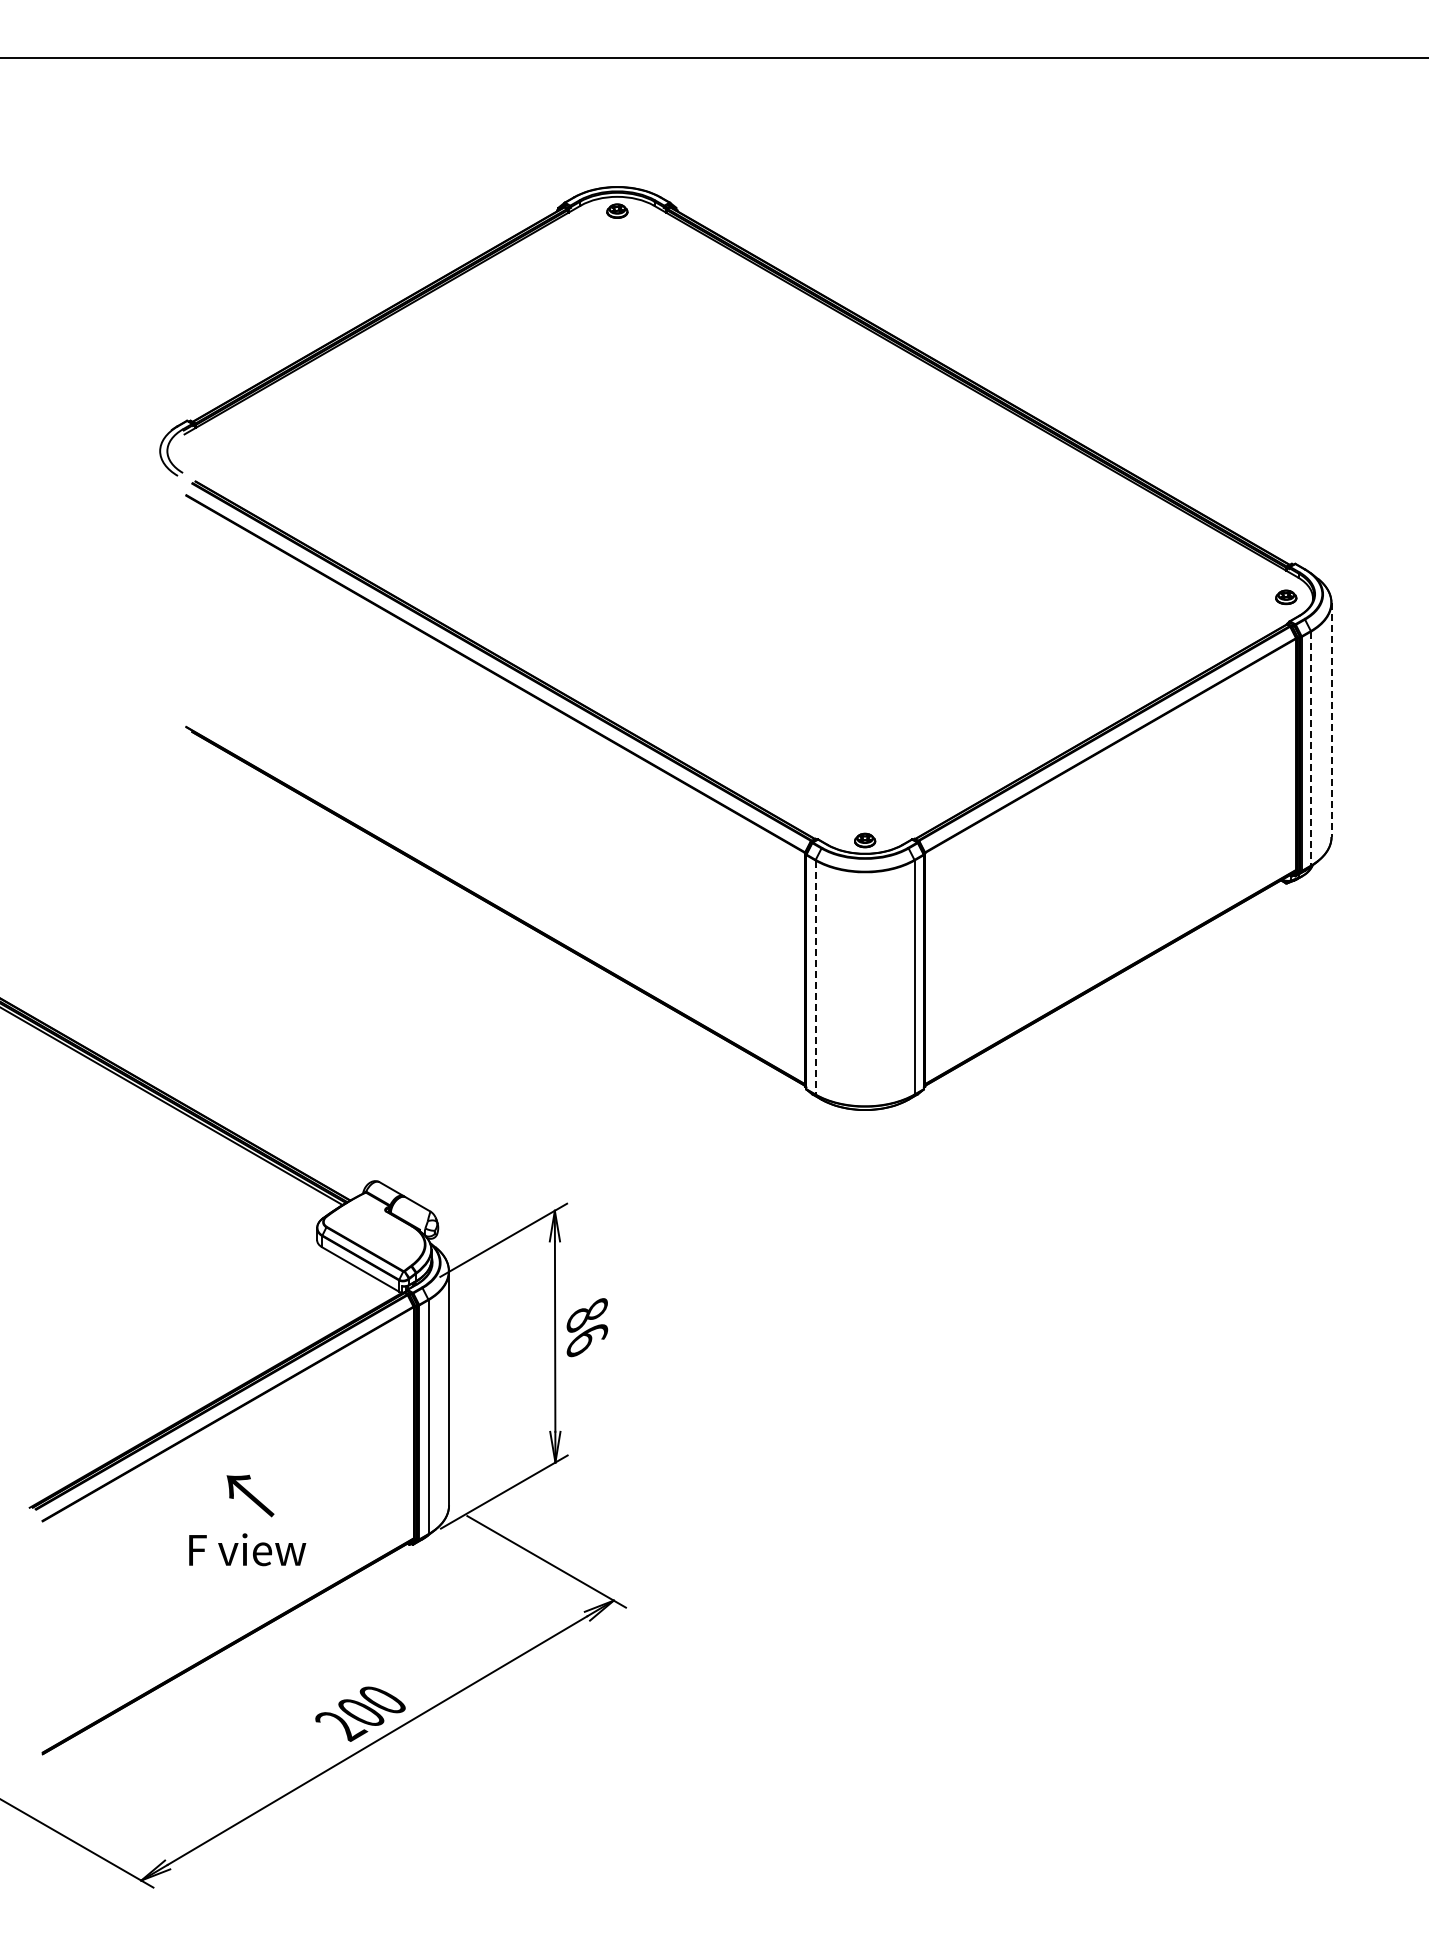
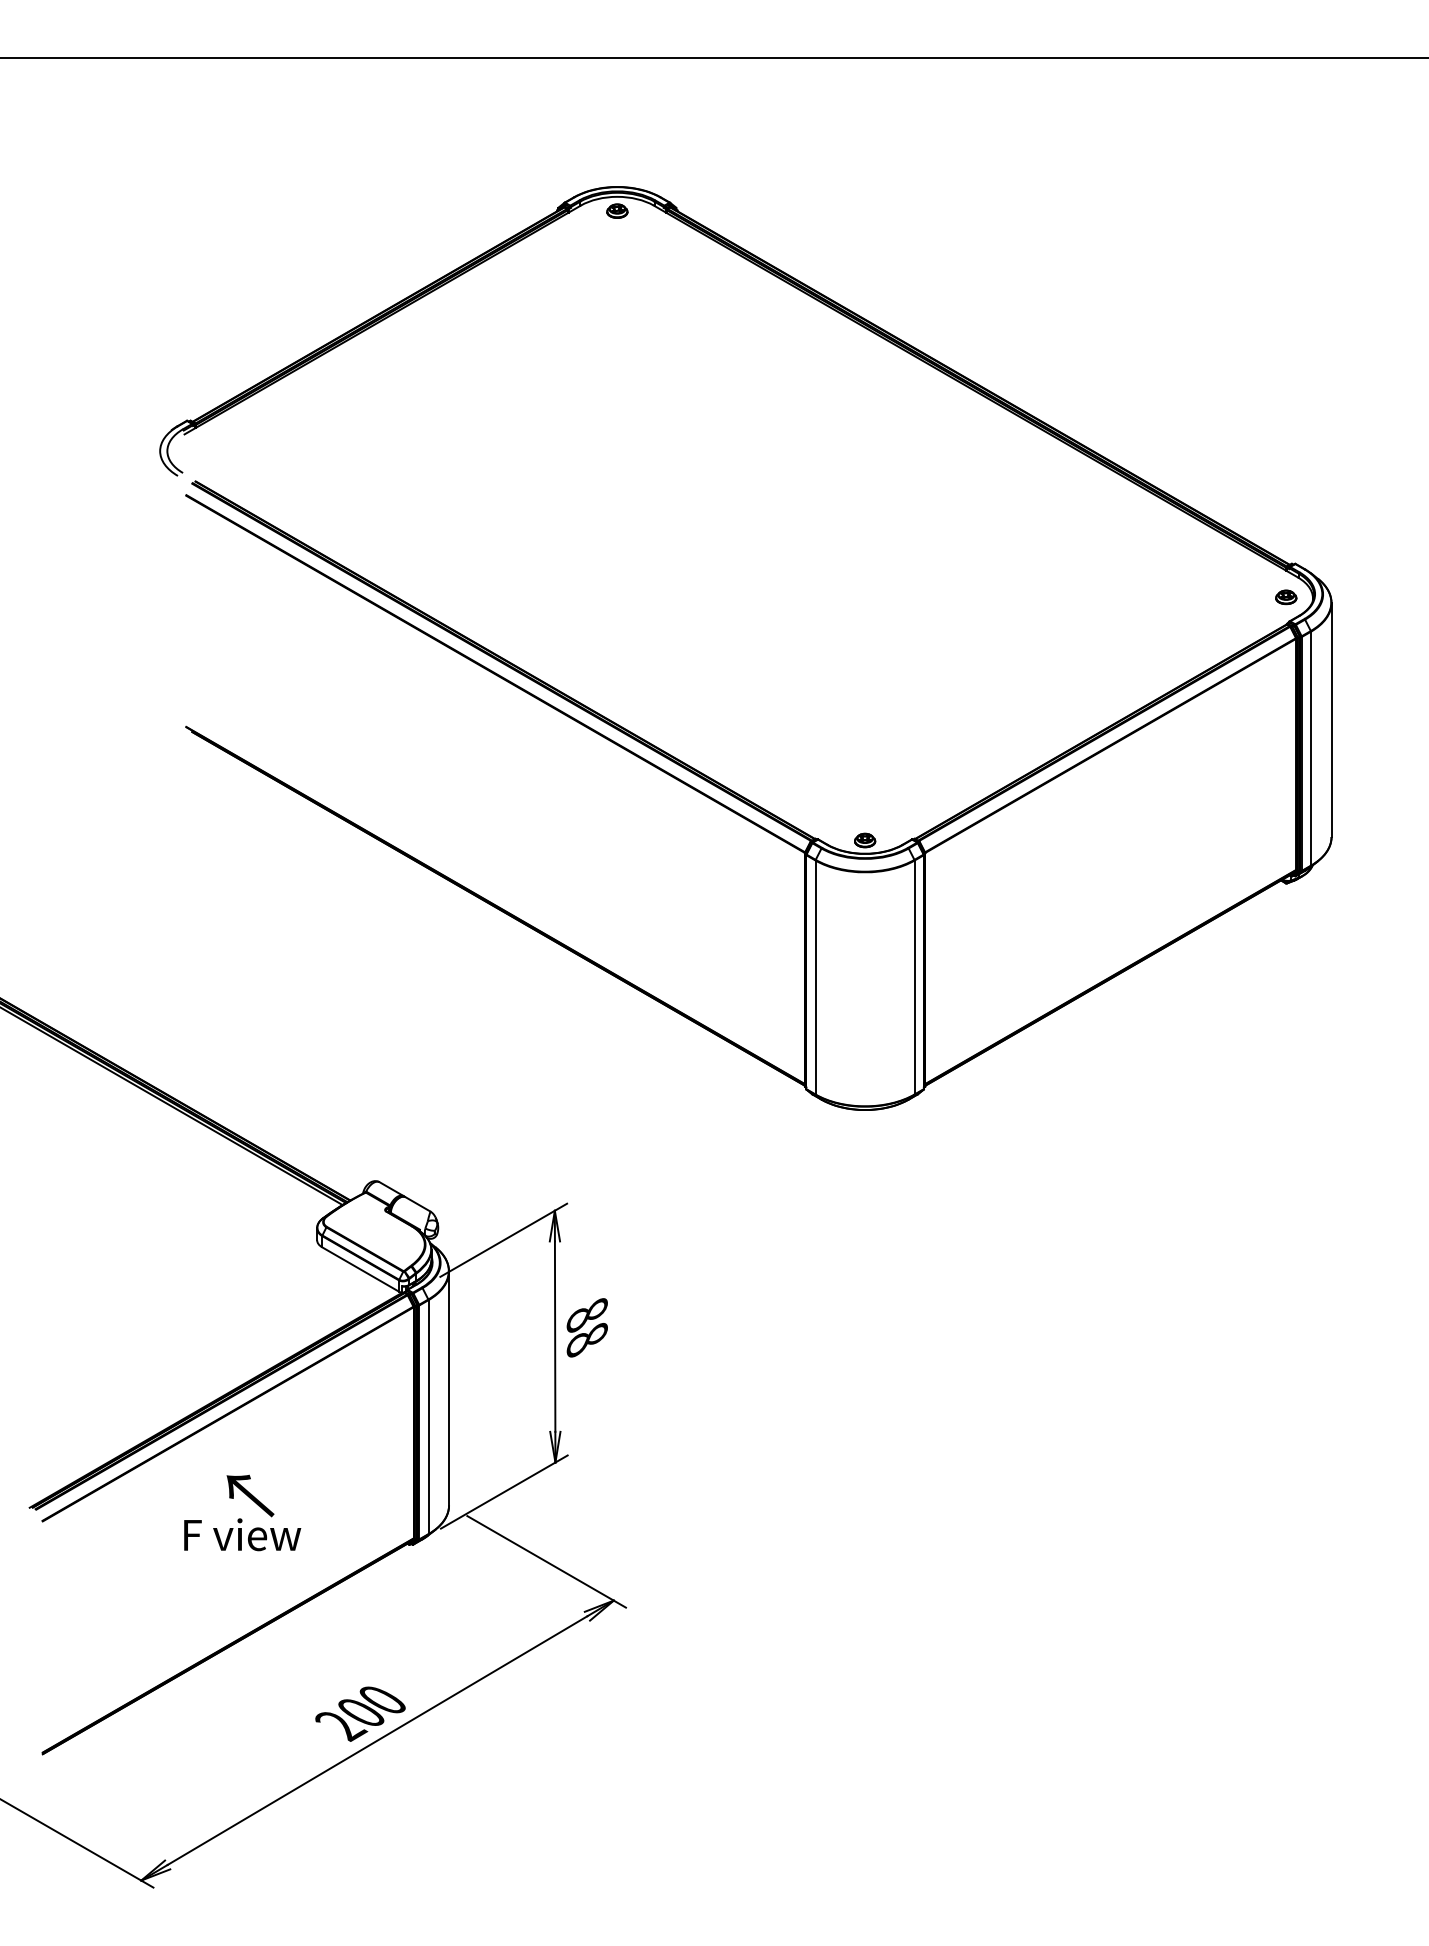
line at (1331, 720): dashed -> solid
line at (1311, 748): dashed -> solid
line at (815, 977): dashed -> solid
text at (587, 1340): 86 -> 88
text at (247, 1549) position: (247, 1549) -> (242, 1534)
